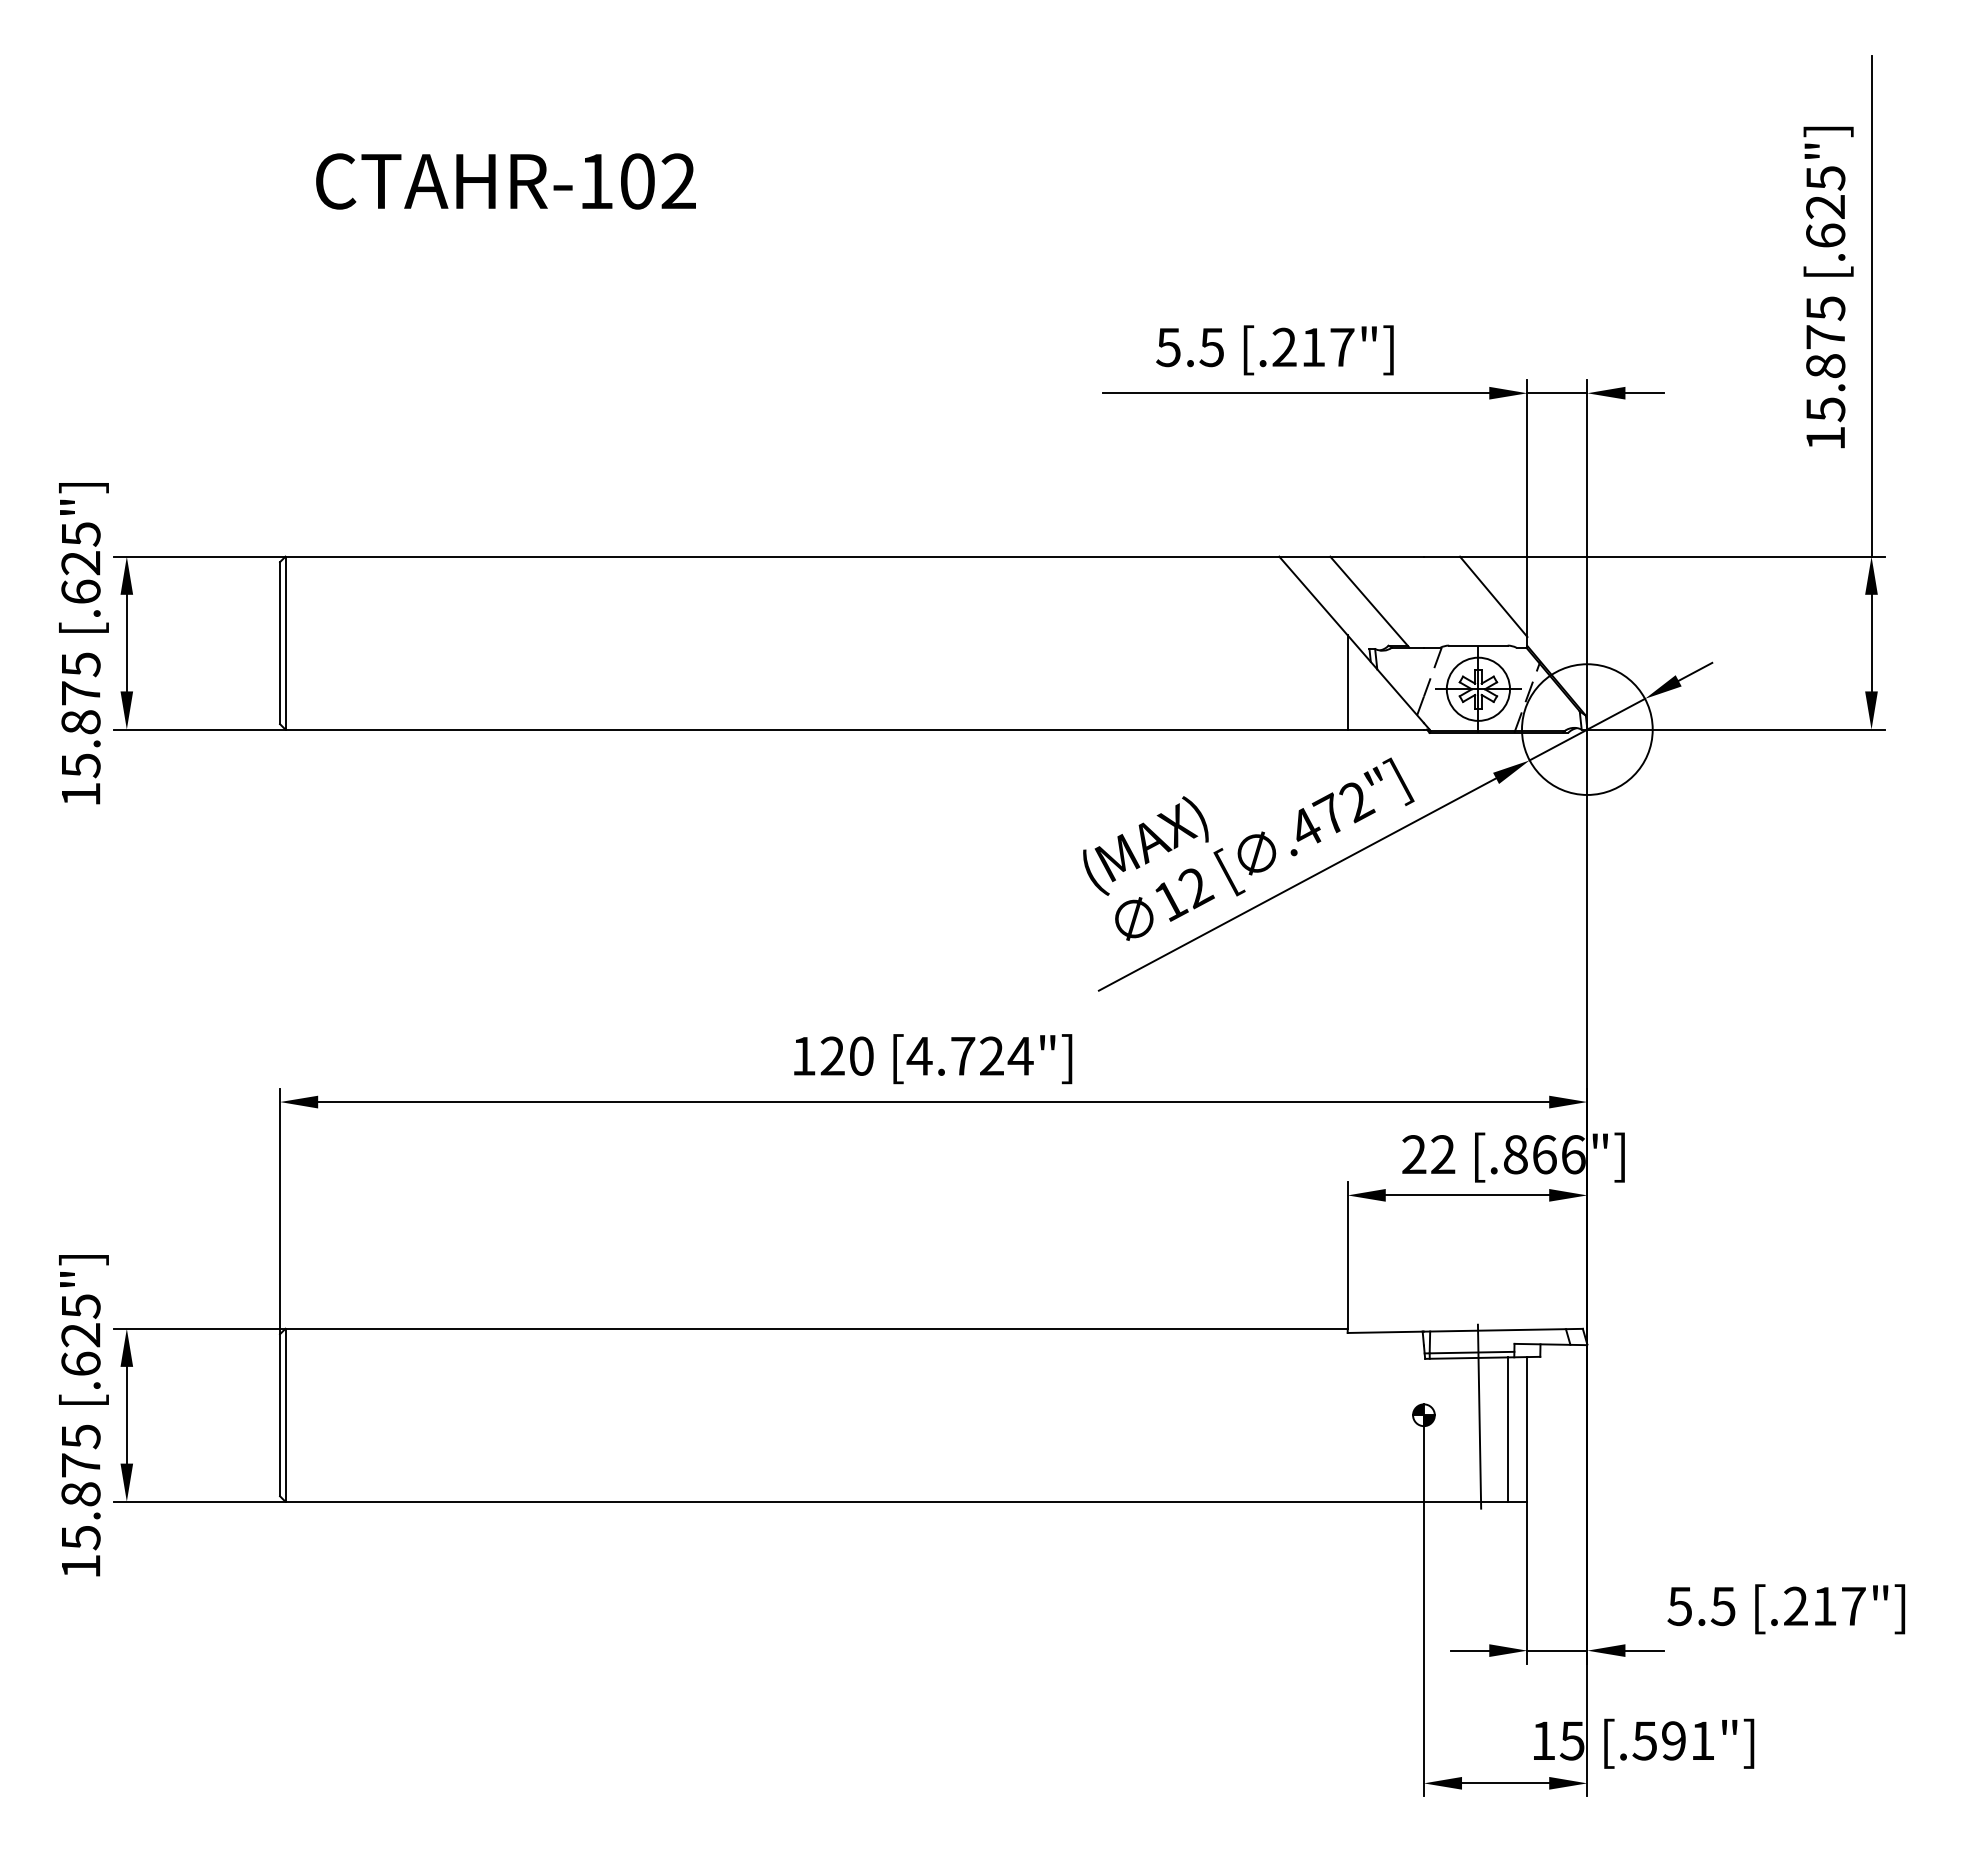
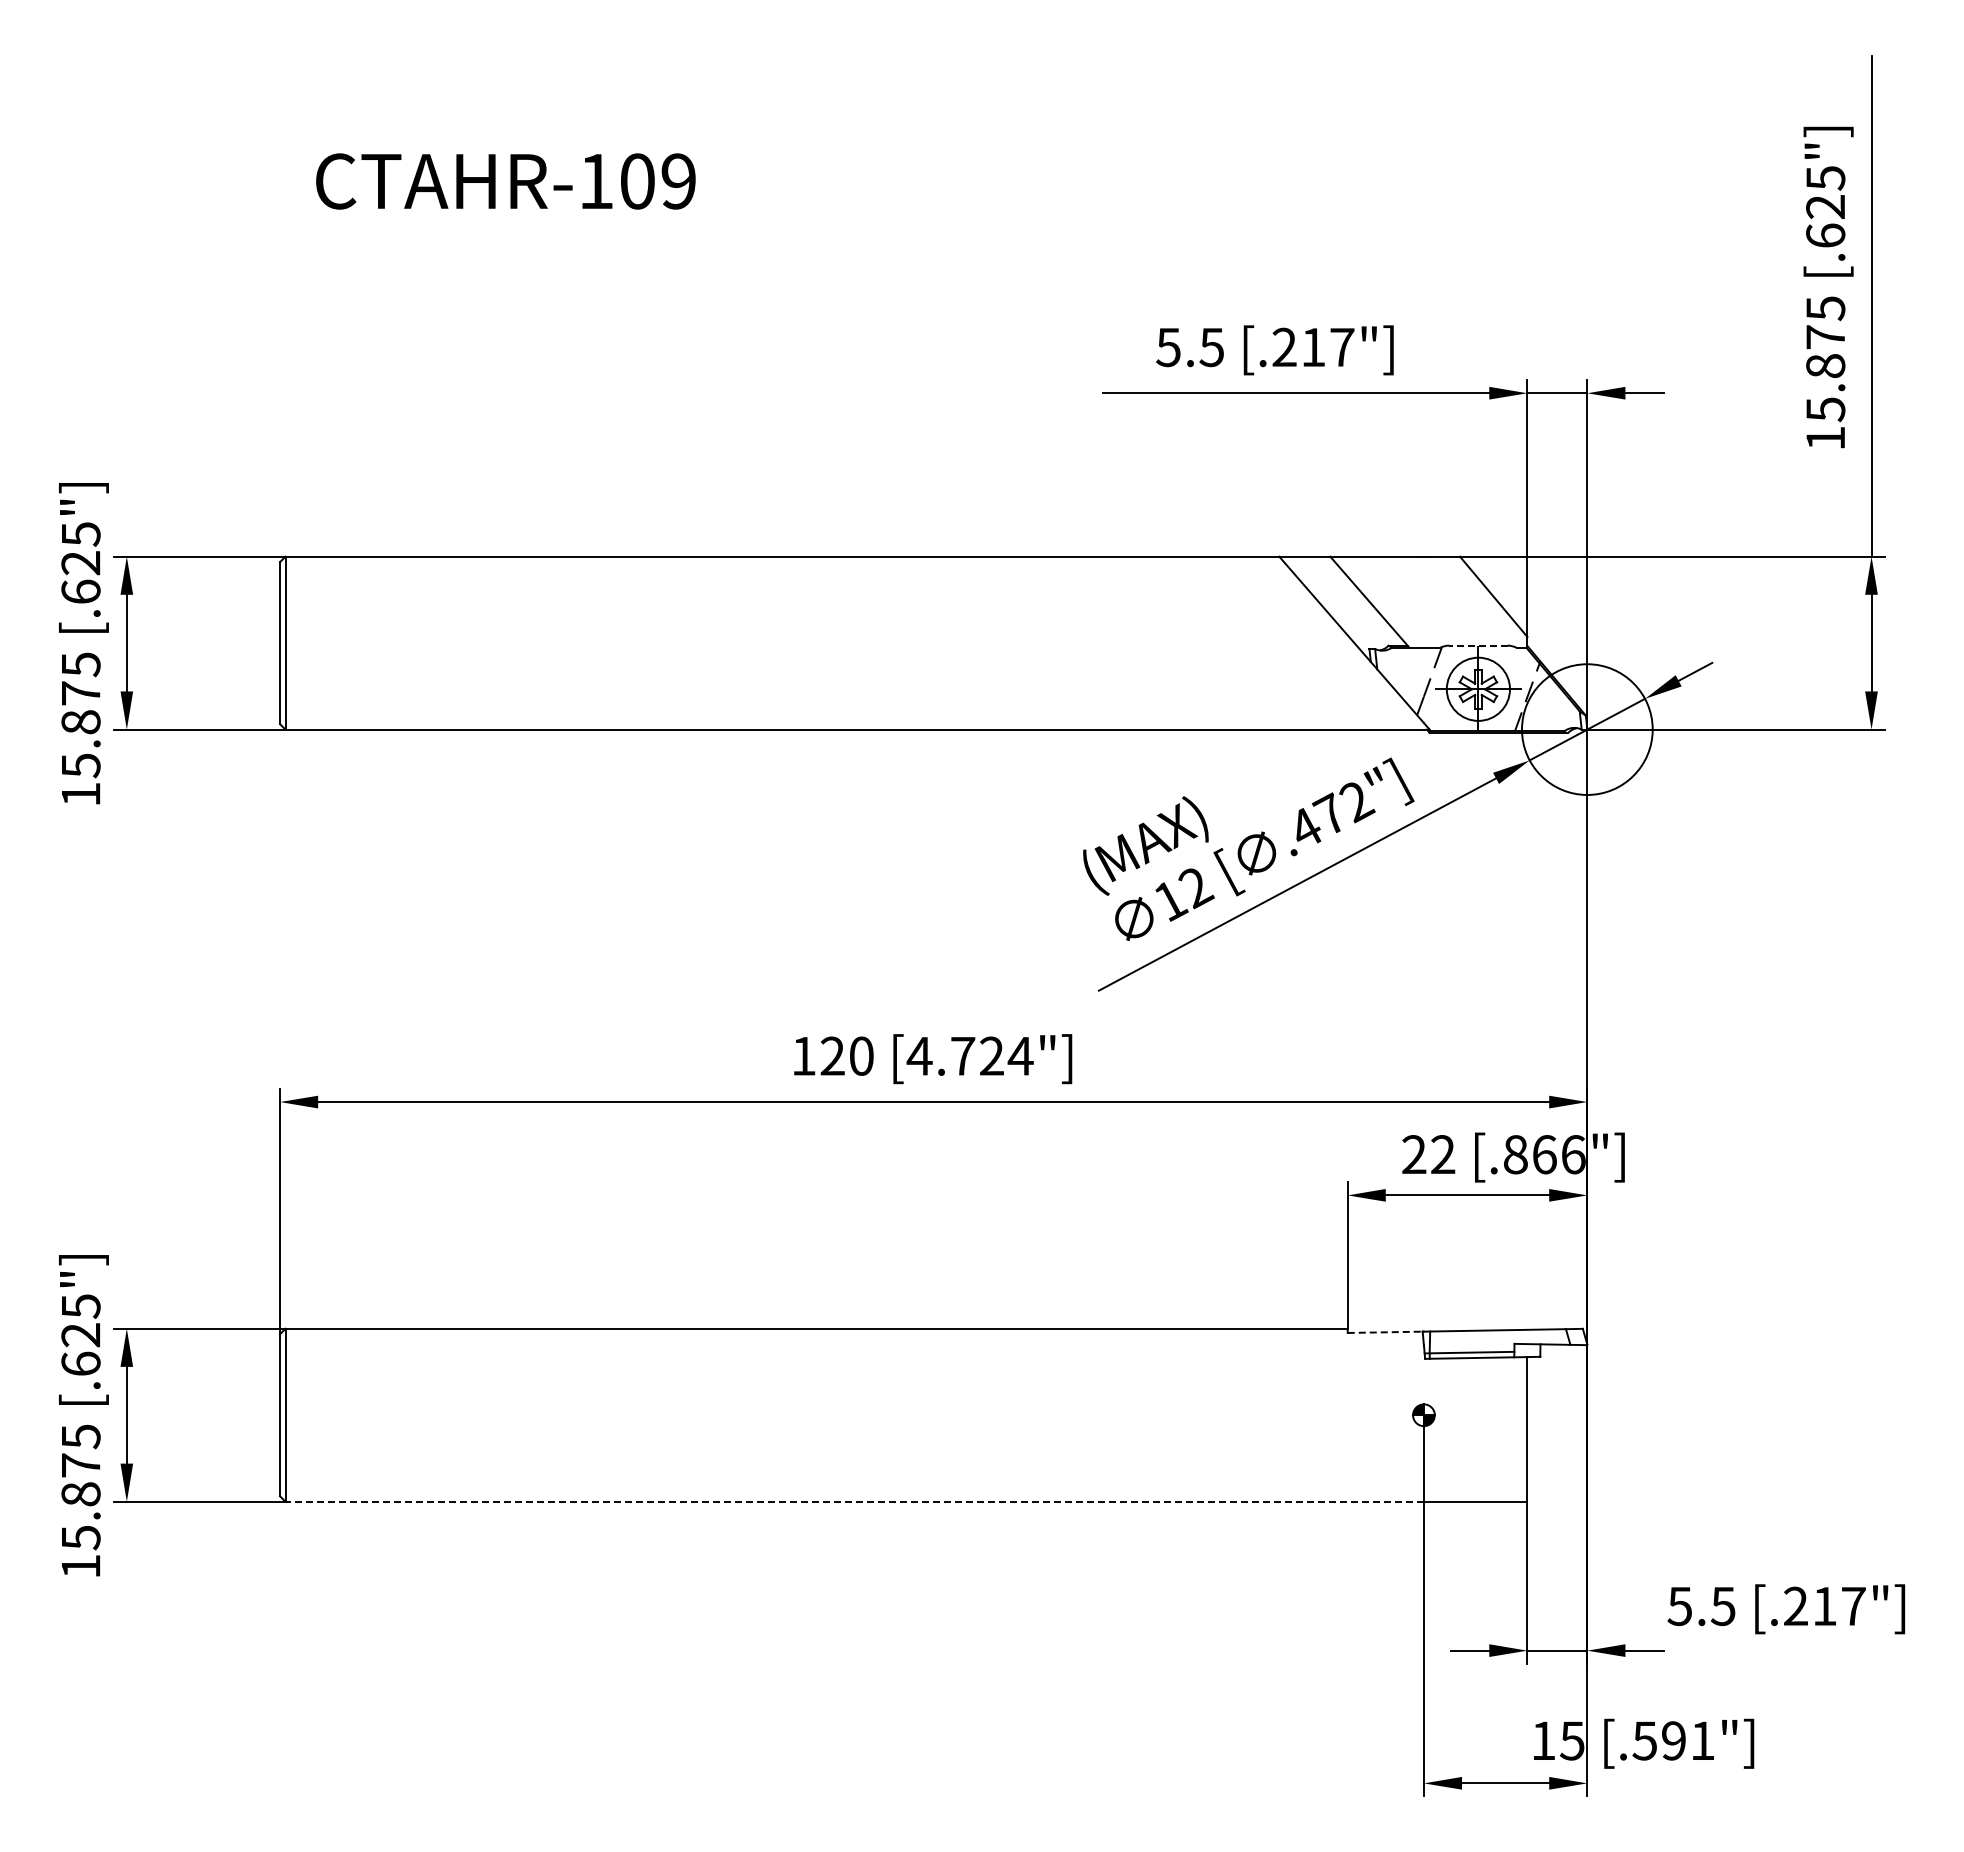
text at (678, 181): CTAHR-102 -> CTAHR-109
line at (1477, 645): solid -> dashed
line at (1347, 681): present -> none
line at (1385, 1332): solid -> dashed
line at (1479, 1416): present -> none
line at (1507, 1429): present -> none
line at (854, 1501): solid -> dashed
